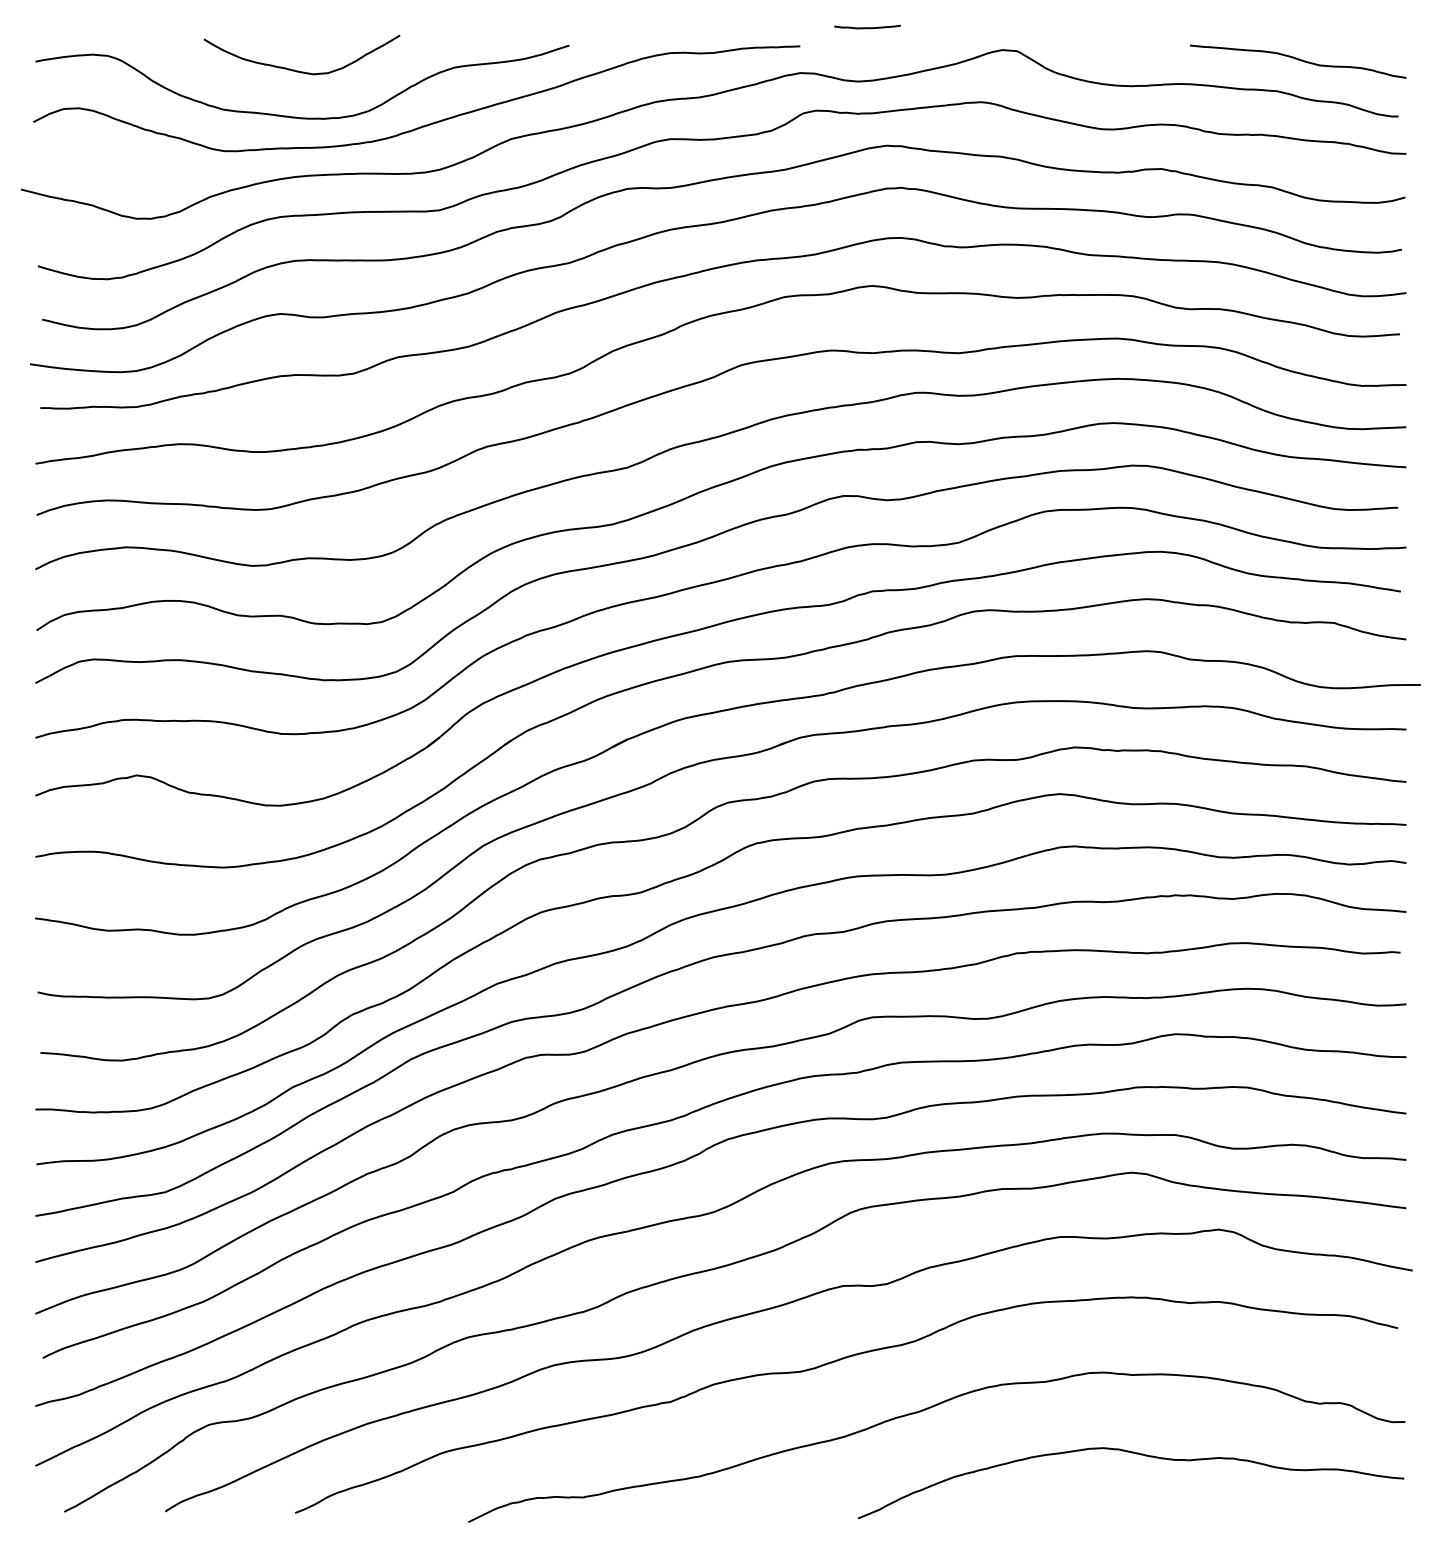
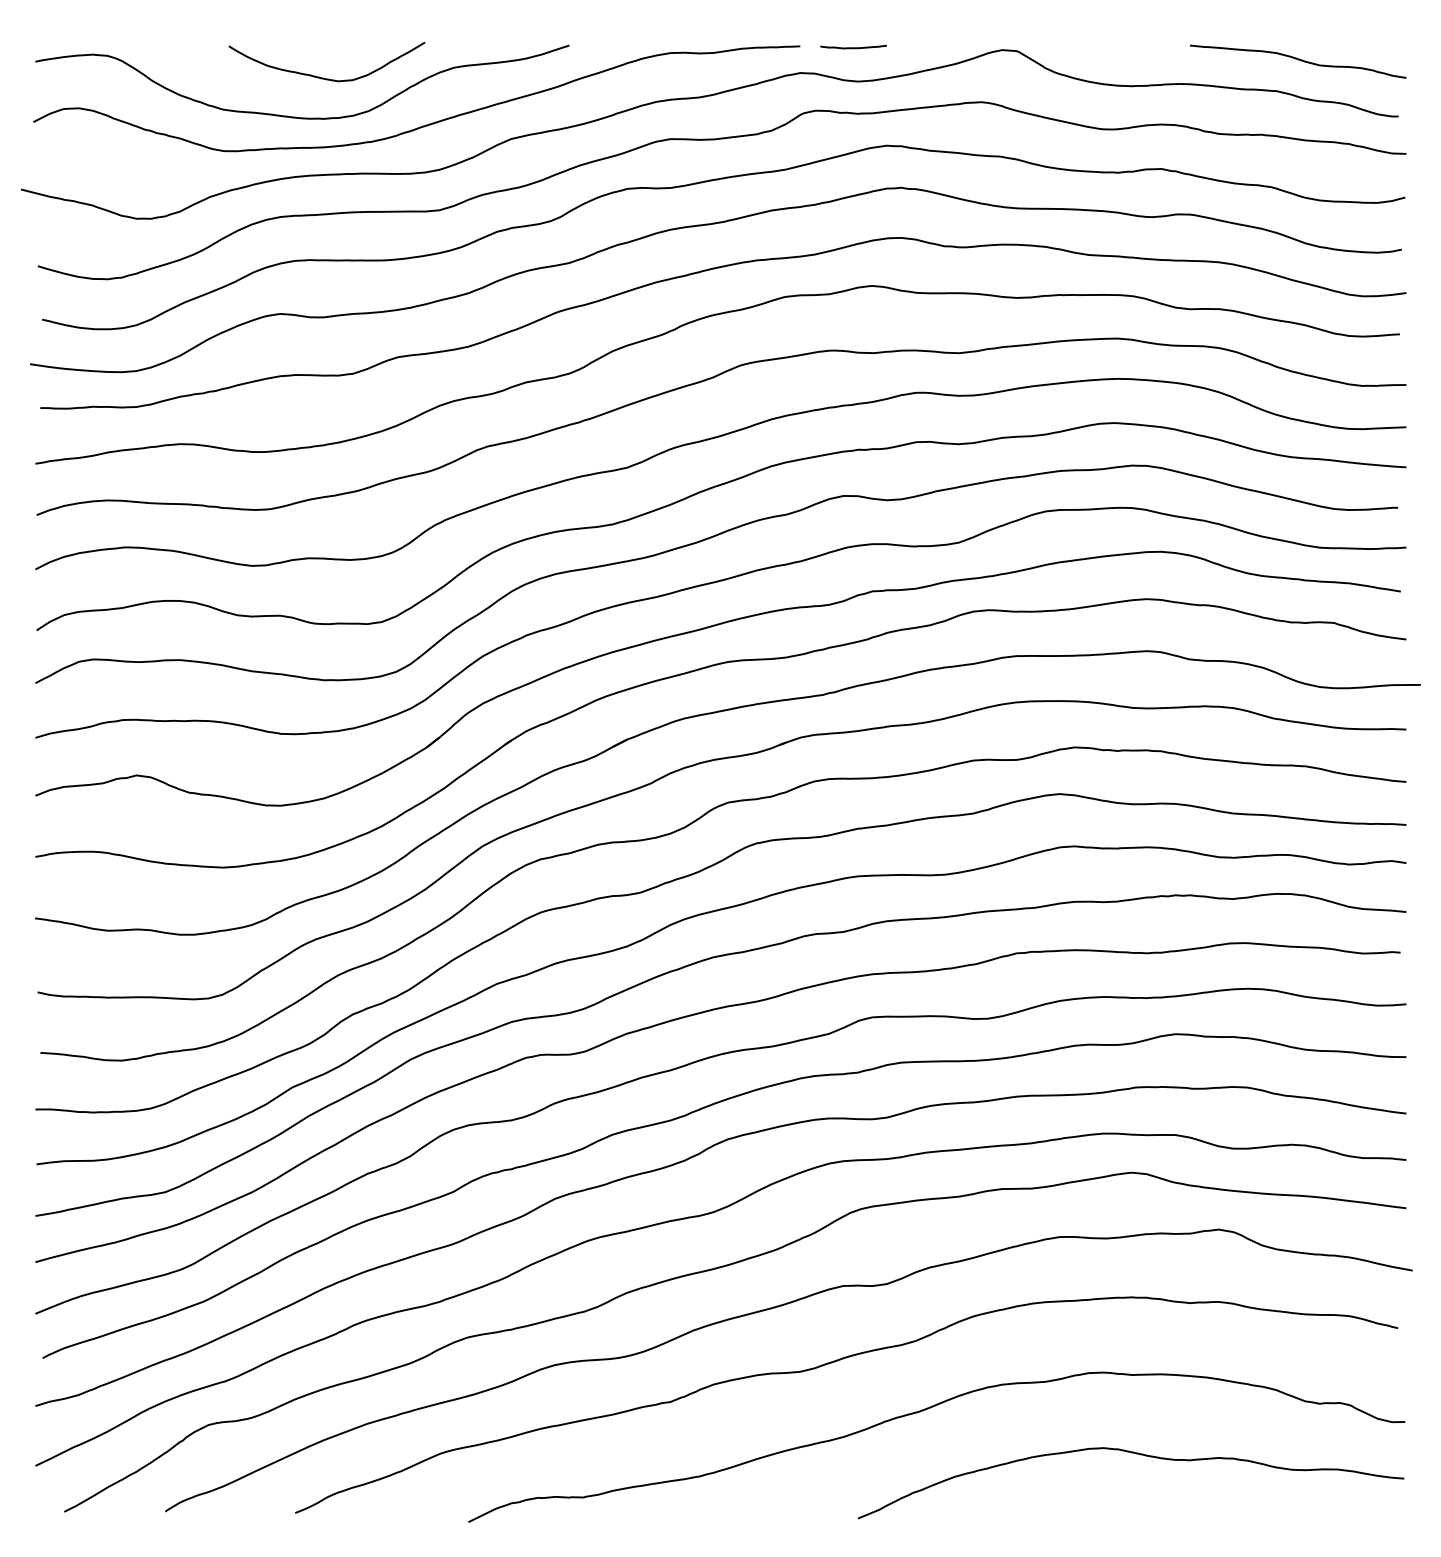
curve at (867, 27) position: (867, 27) -> (853, 47)
curve at (298, 70) position: (298, 70) -> (323, 77)
